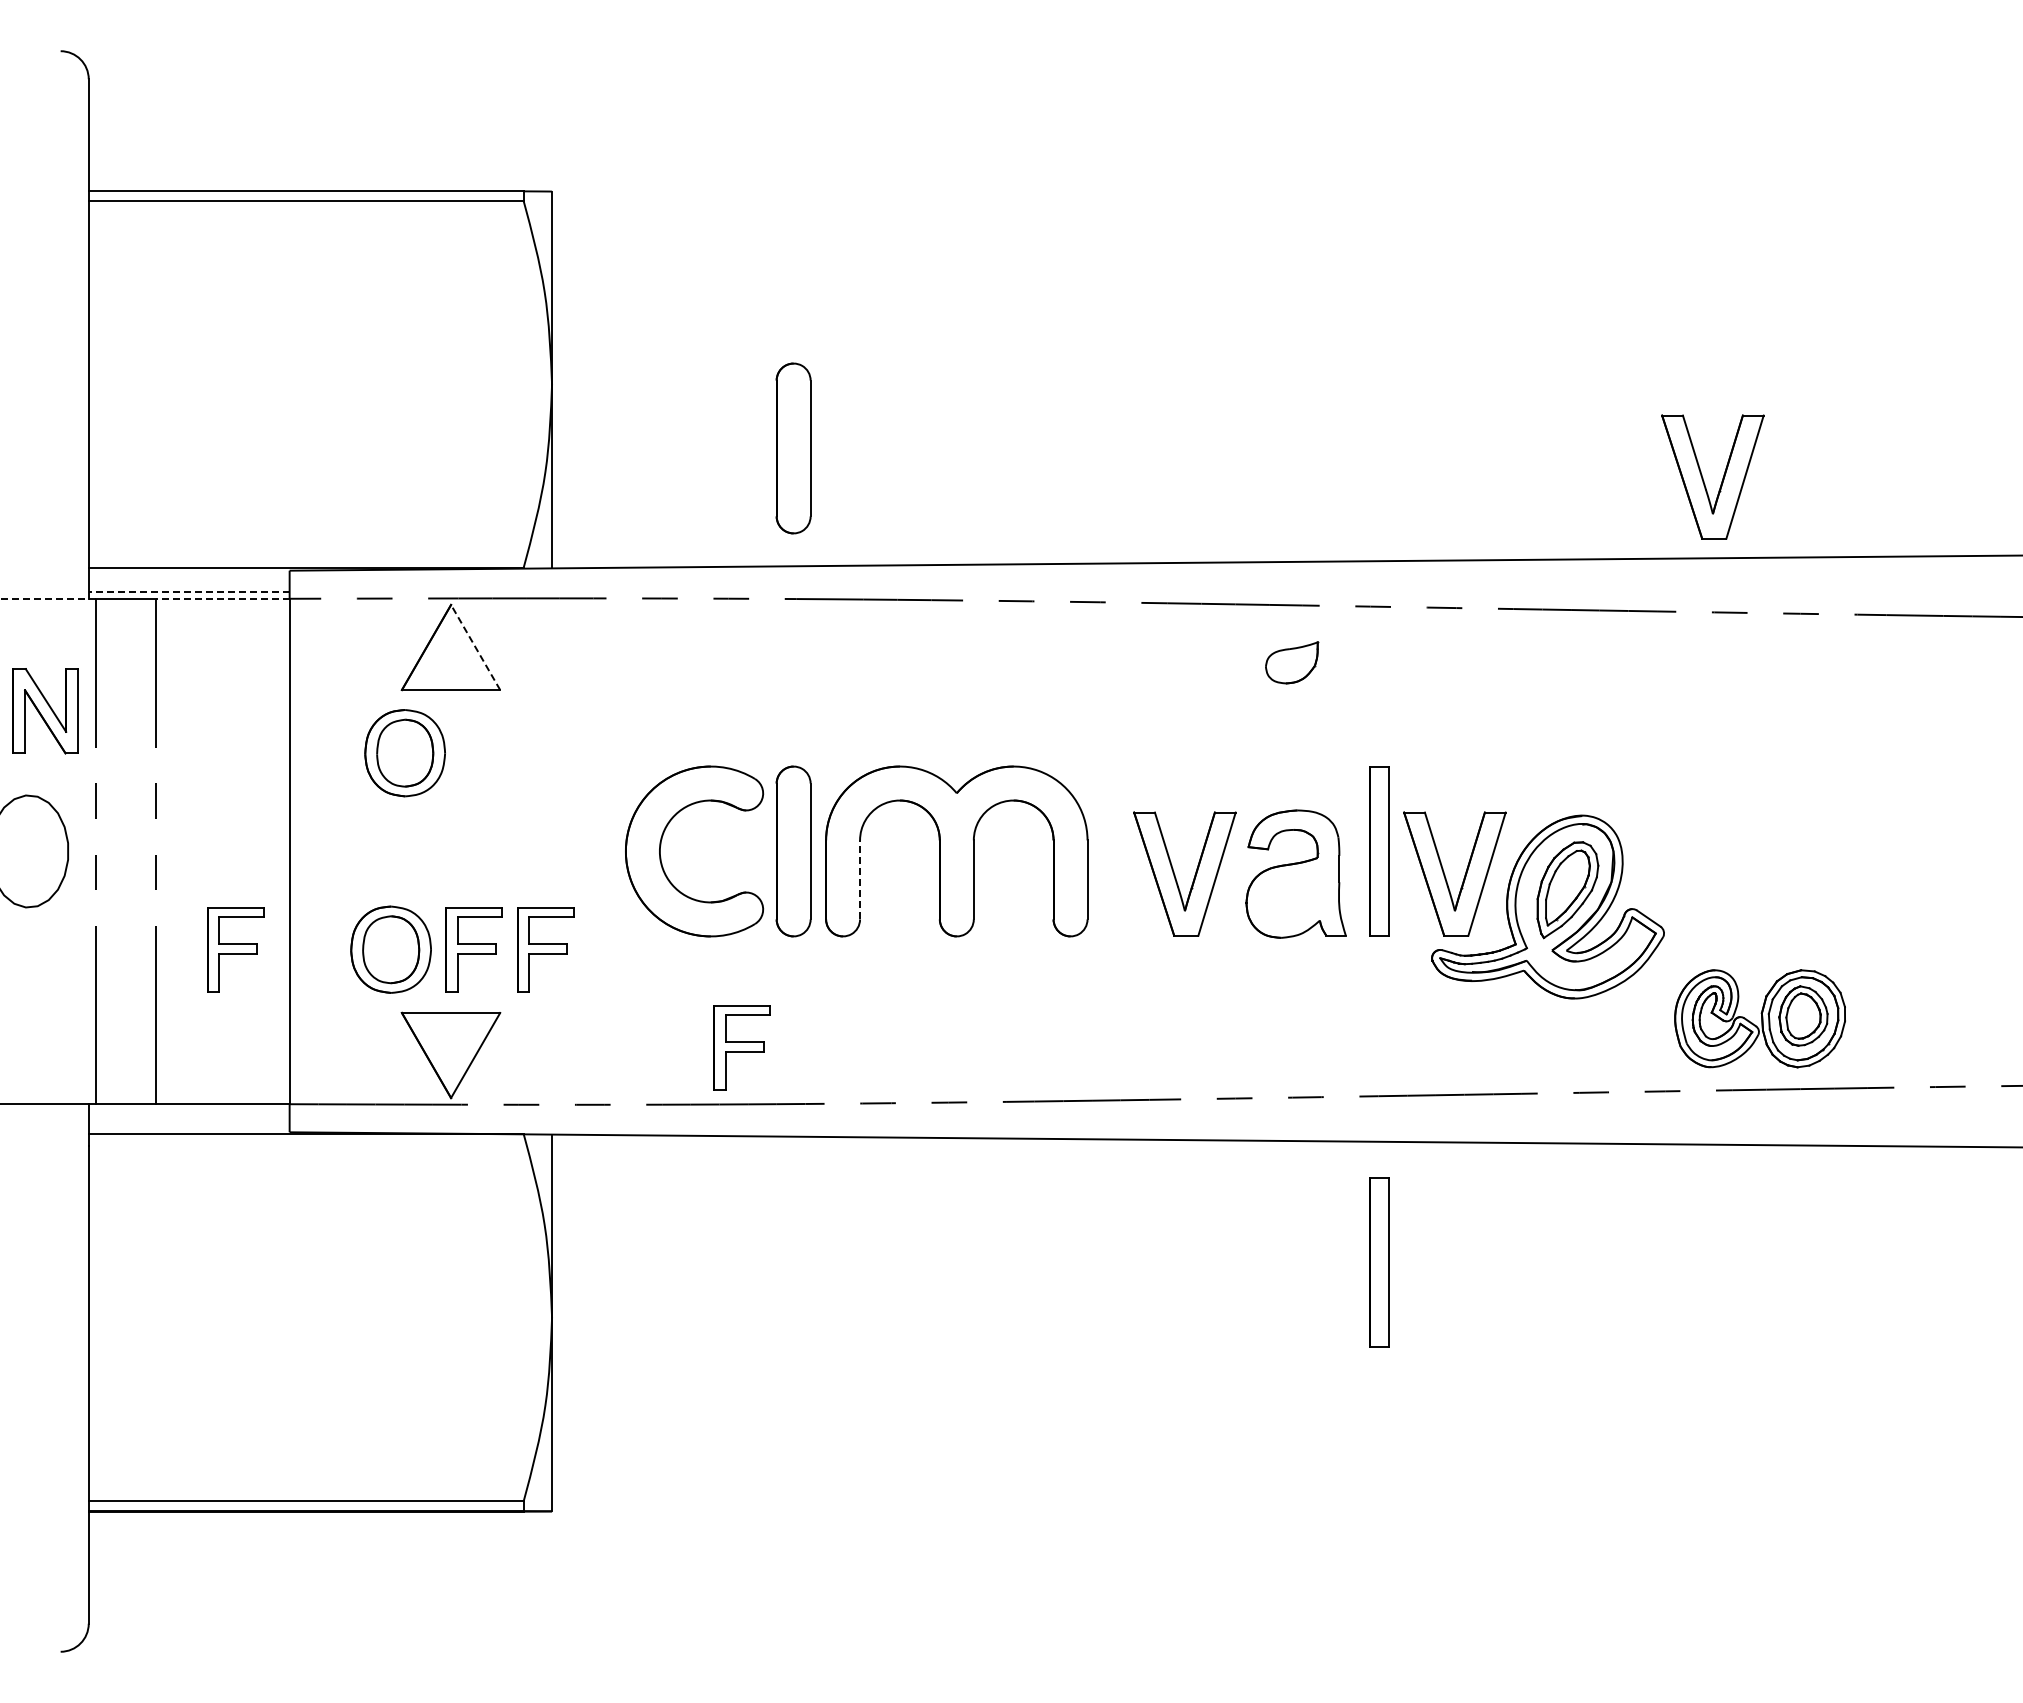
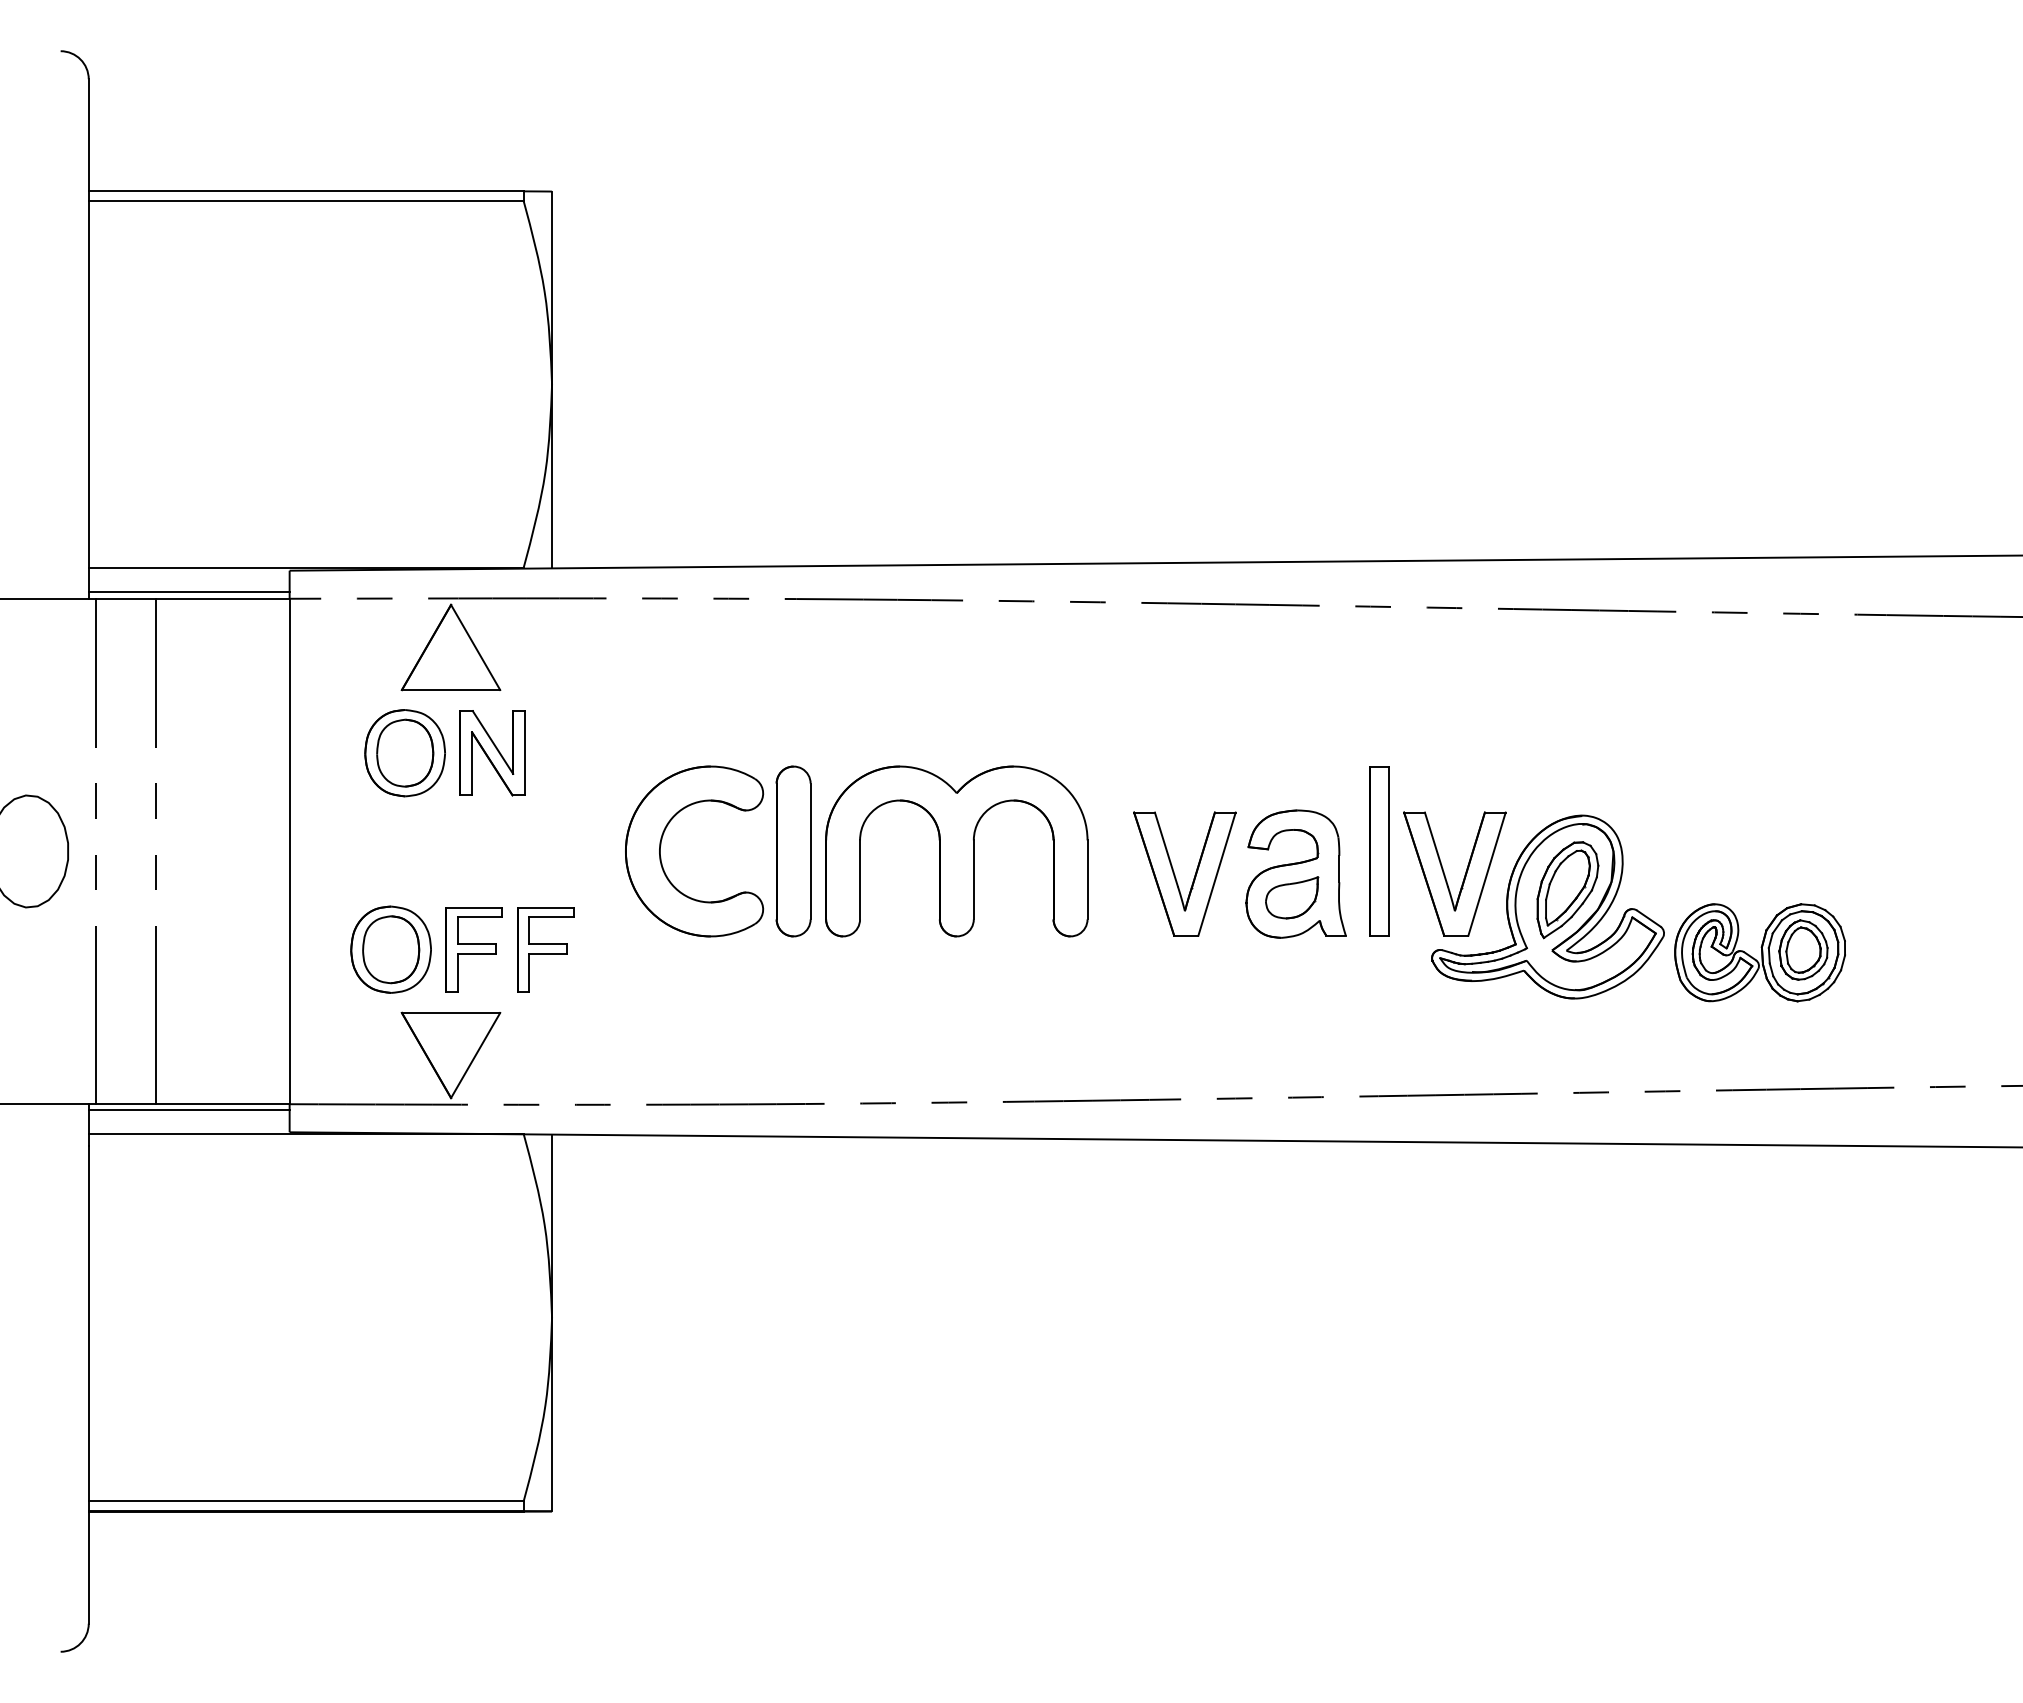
part at (793, 448): present -> none
part at (1703, 477): present -> none
line at (188, 591): dashed -> solid
line at (48, 598): dashed -> solid
line at (222, 598): dashed -> solid
line at (475, 647): dashed -> solid
part at (1292, 662) position: (1292, 662) -> (1292, 897)
part at (45, 711) position: (45, 711) -> (492, 753)
line at (860, 879): dashed -> solid
part at (235, 949): present -> none
part at (1759, 1018) position: (1759, 1018) -> (1759, 952)
part at (741, 1047): present -> none
line at (188, 1110): none -> present
part at (1379, 1262): present -> none
